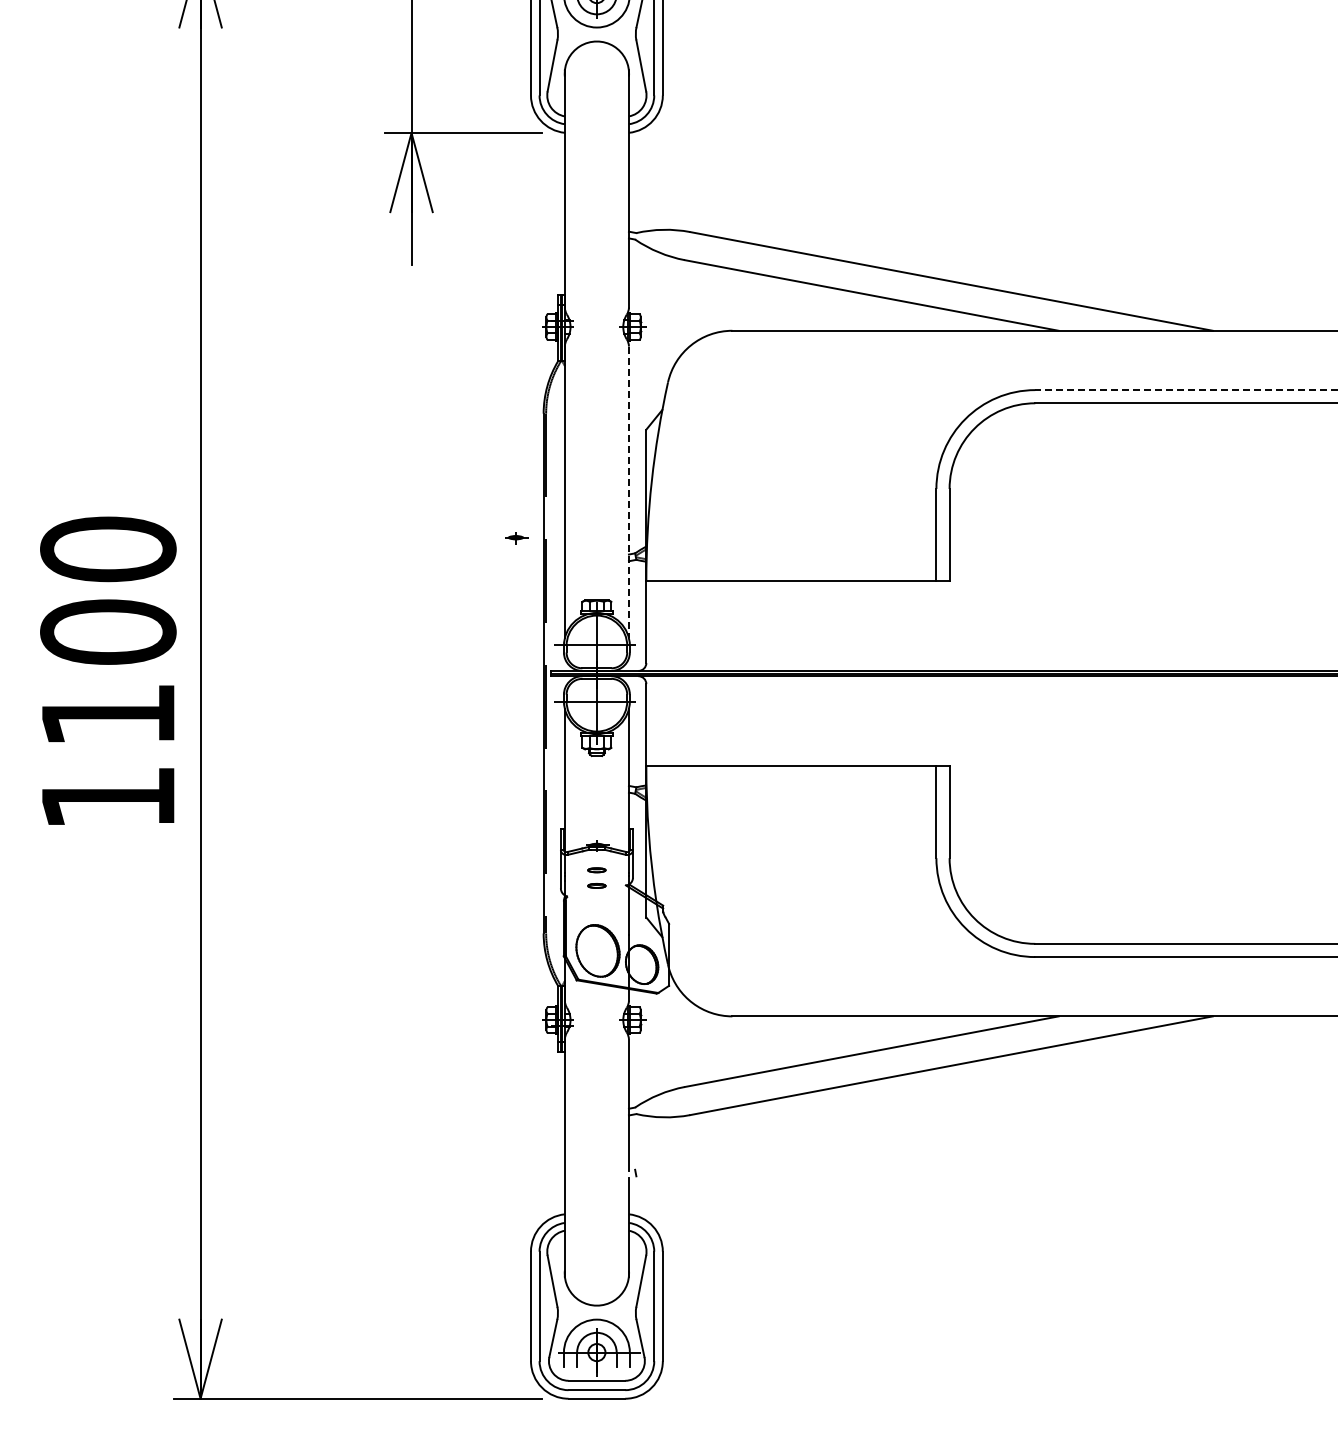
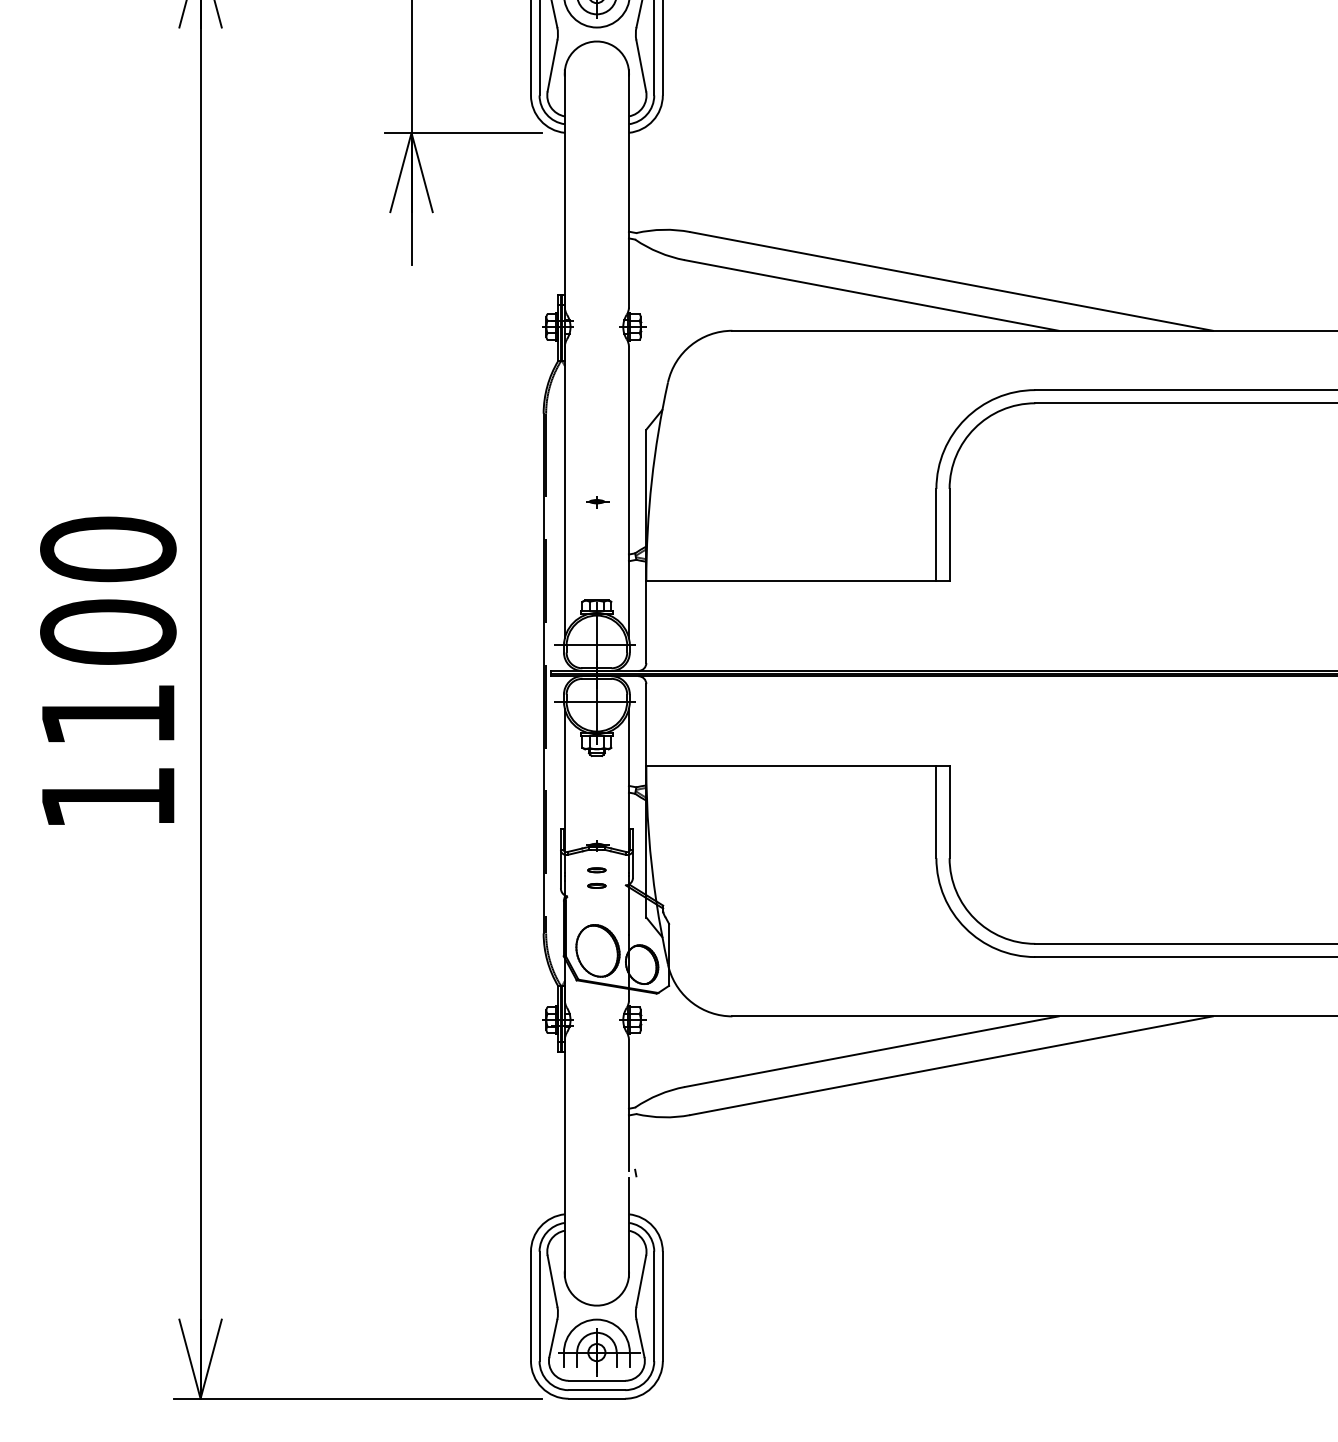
line at (1186, 390): dashed -> solid
line at (628, 492): dashed -> solid
part at (516, 538) position: (516, 538) -> (597, 502)
